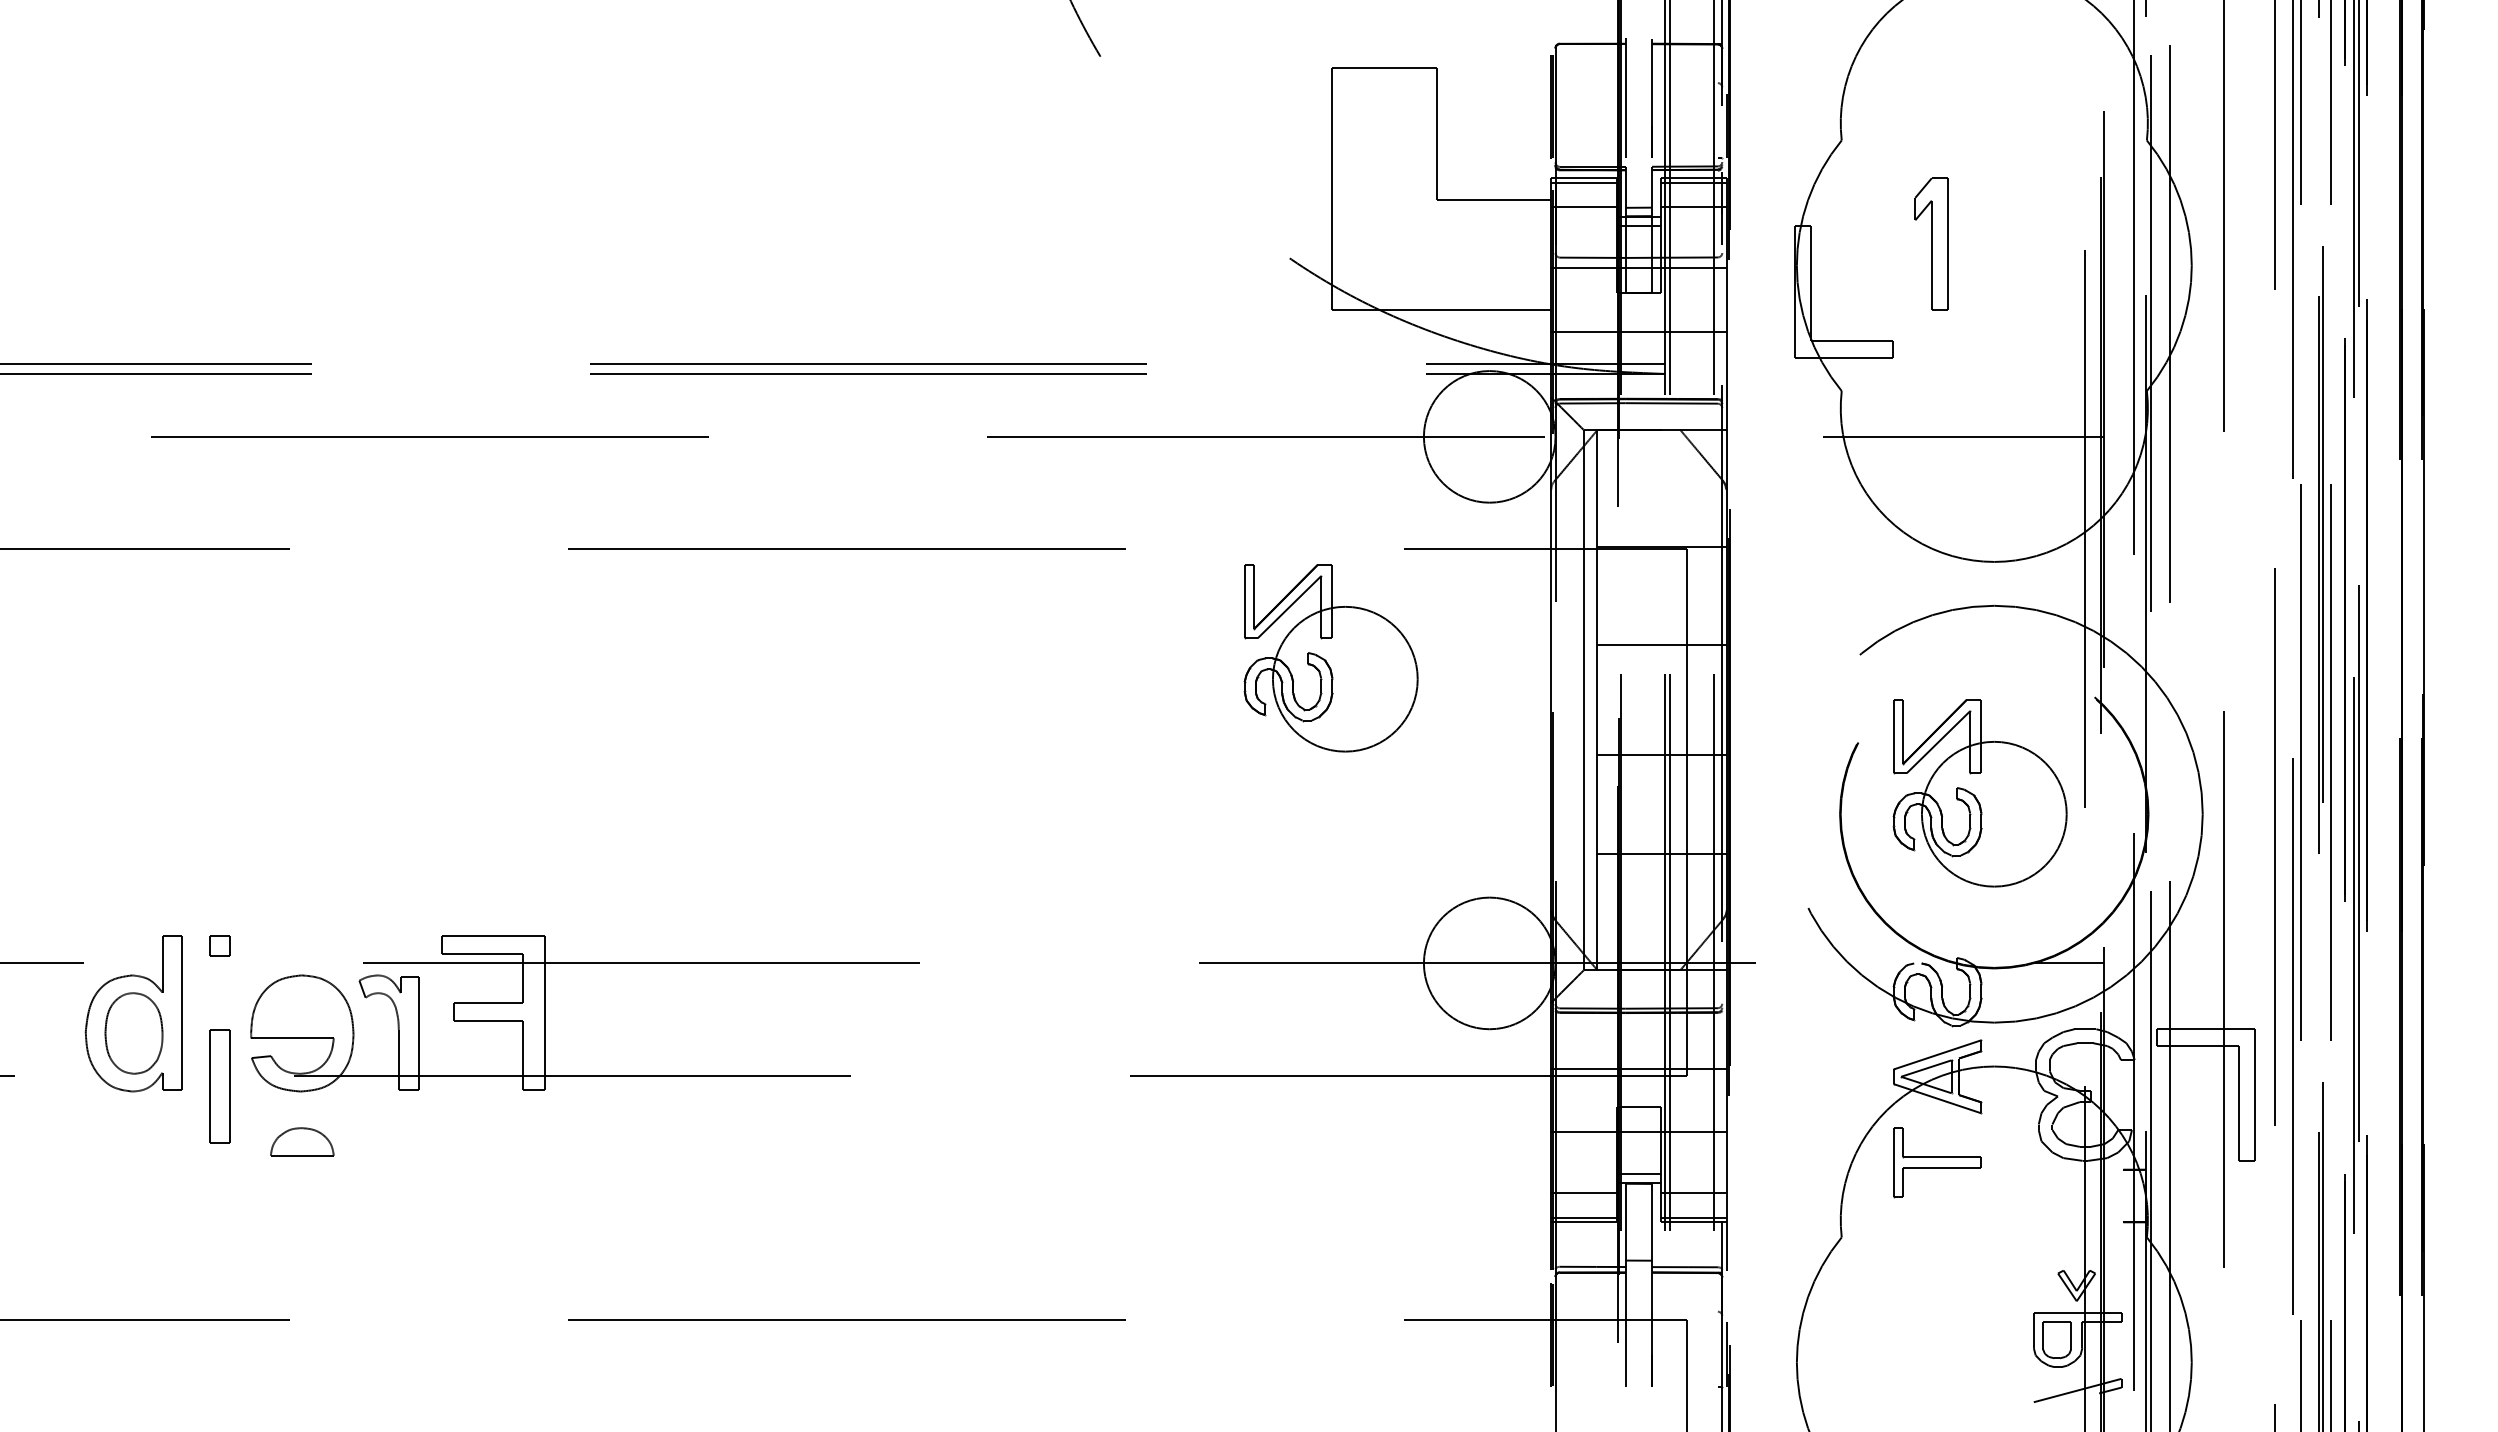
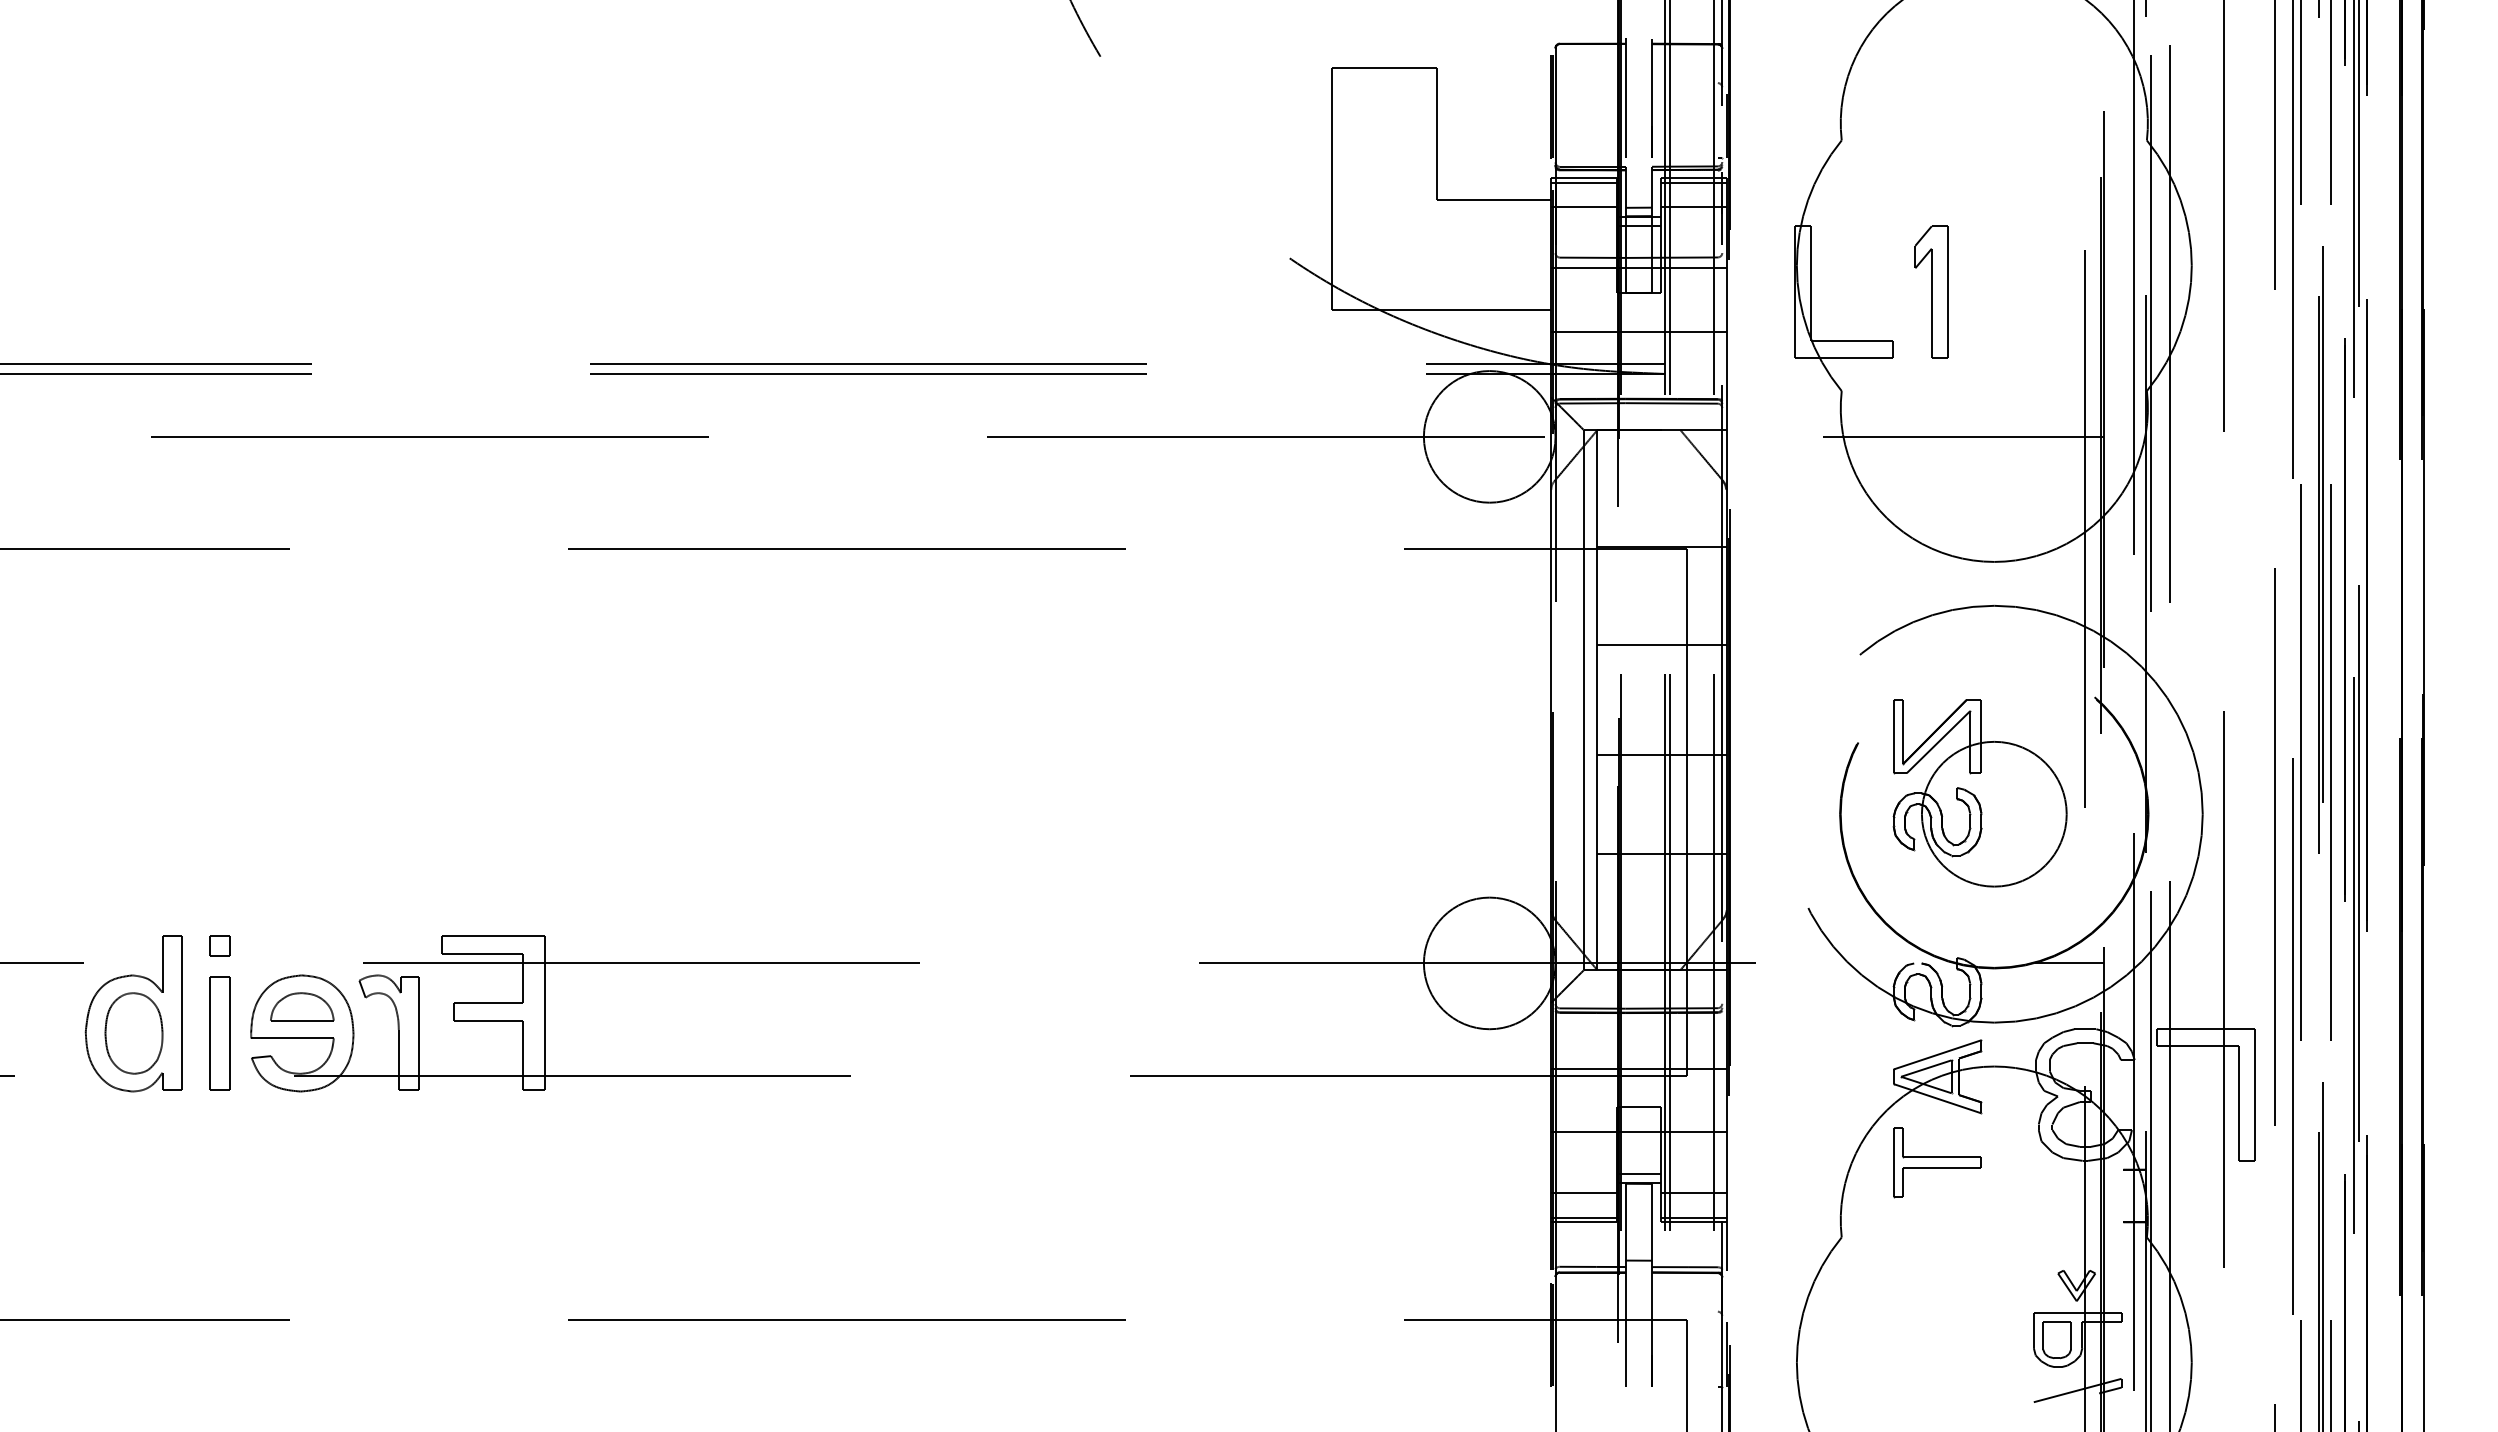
part at (1931, 243) position: (1931, 243) -> (1931, 291)
part at (1330, 658): present -> none
part at (219, 1086) position: (219, 1086) -> (219, 1033)
part at (302, 1141) position: (302, 1141) -> (302, 1006)
